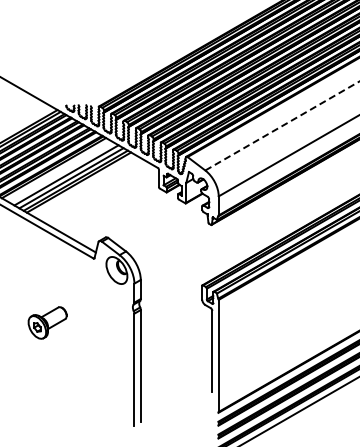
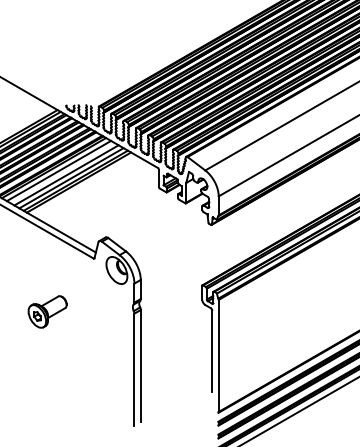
line at (282, 126): dashed -> solid
line at (58, 170): none -> present
part at (47, 322) position: (47, 322) -> (47, 311)
